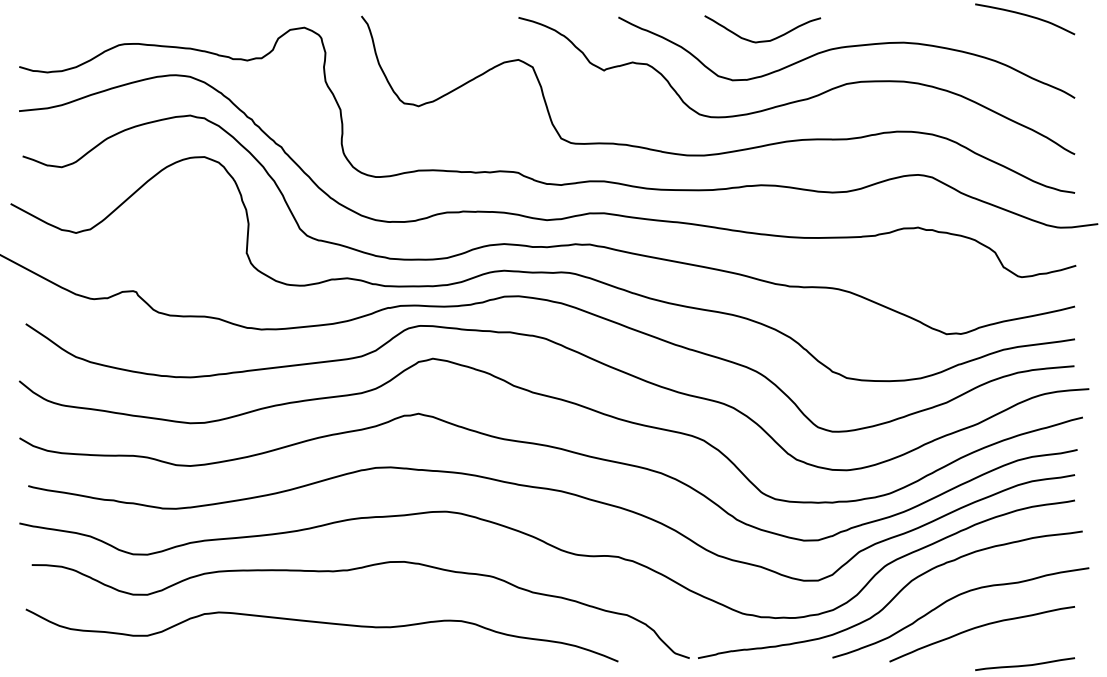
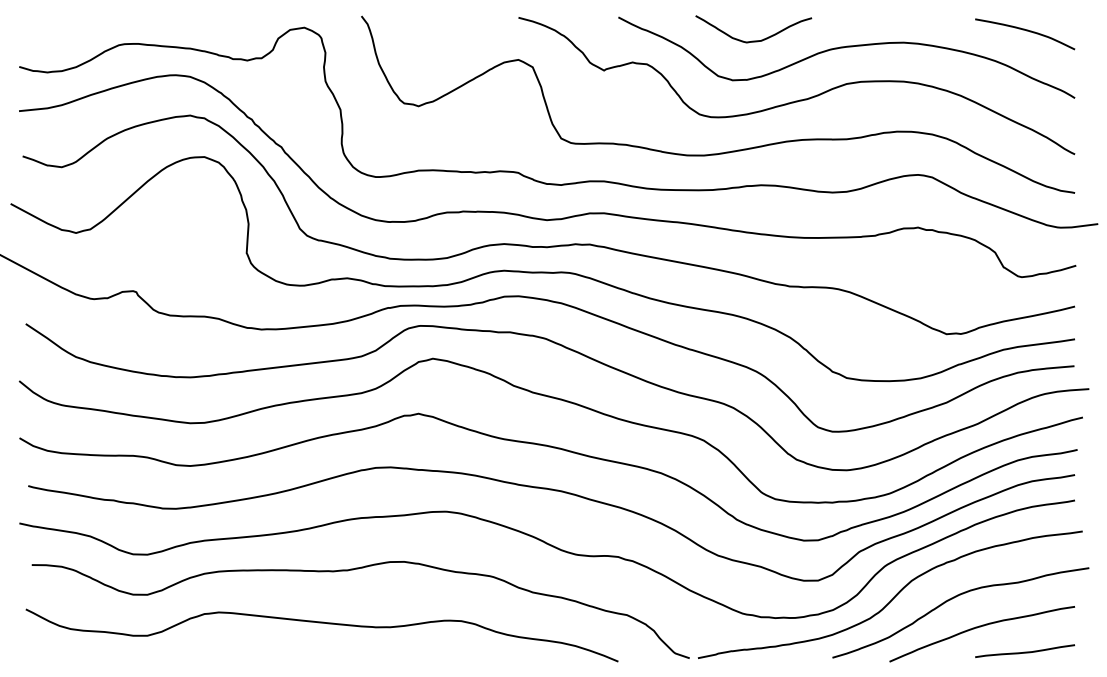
curve at (1026, 16) position: (1026, 16) -> (1026, 31)
curve at (762, 40) position: (762, 40) -> (753, 40)
curve at (1024, 664) position: (1024, 664) -> (1024, 651)
